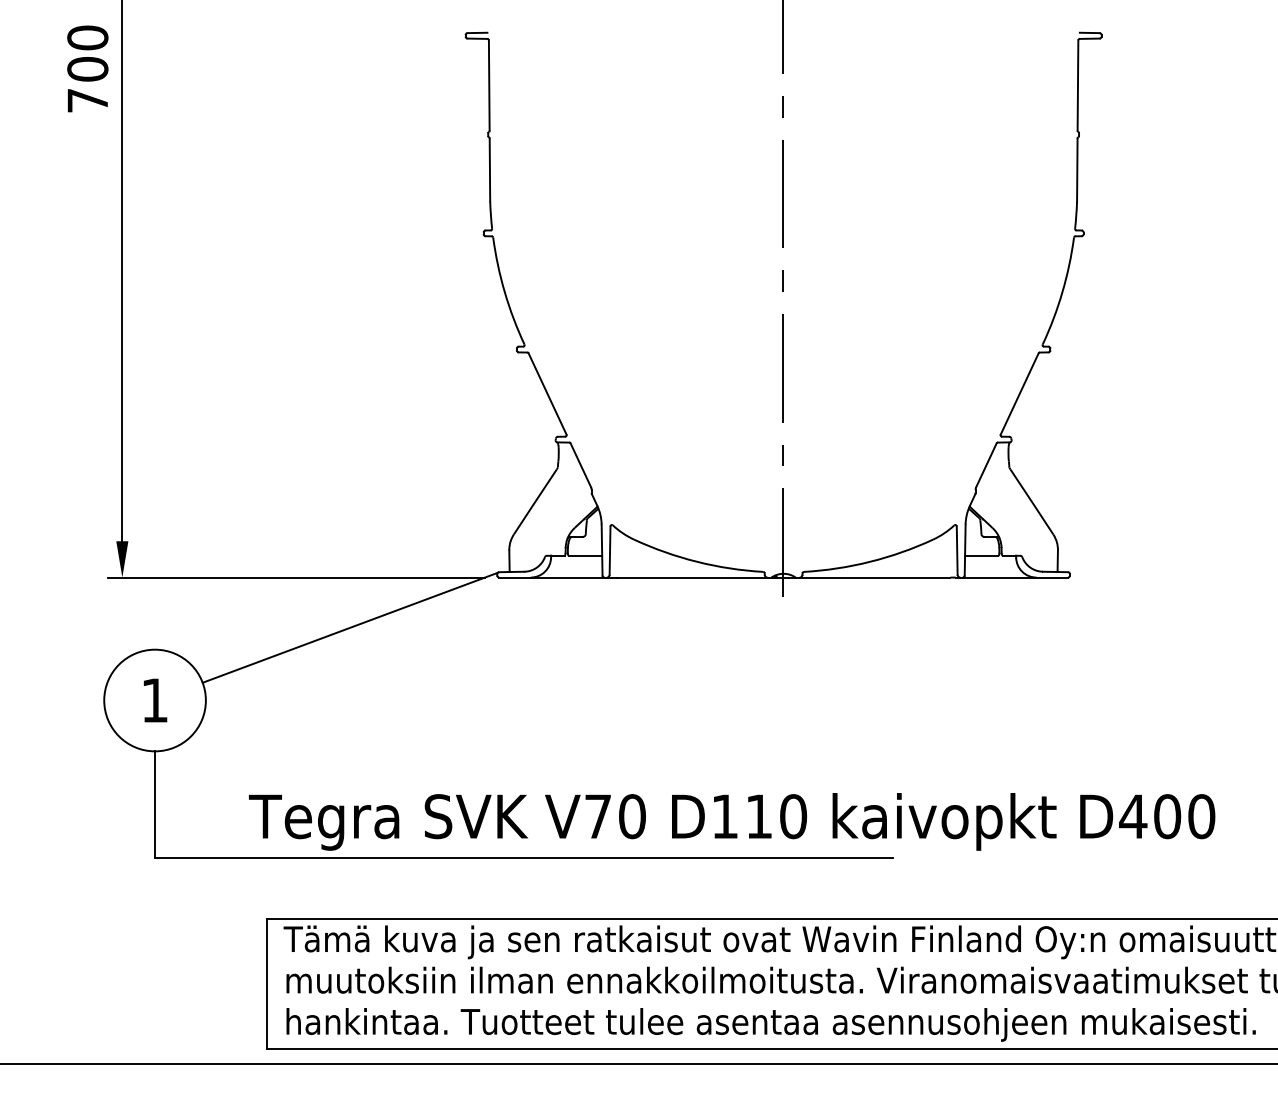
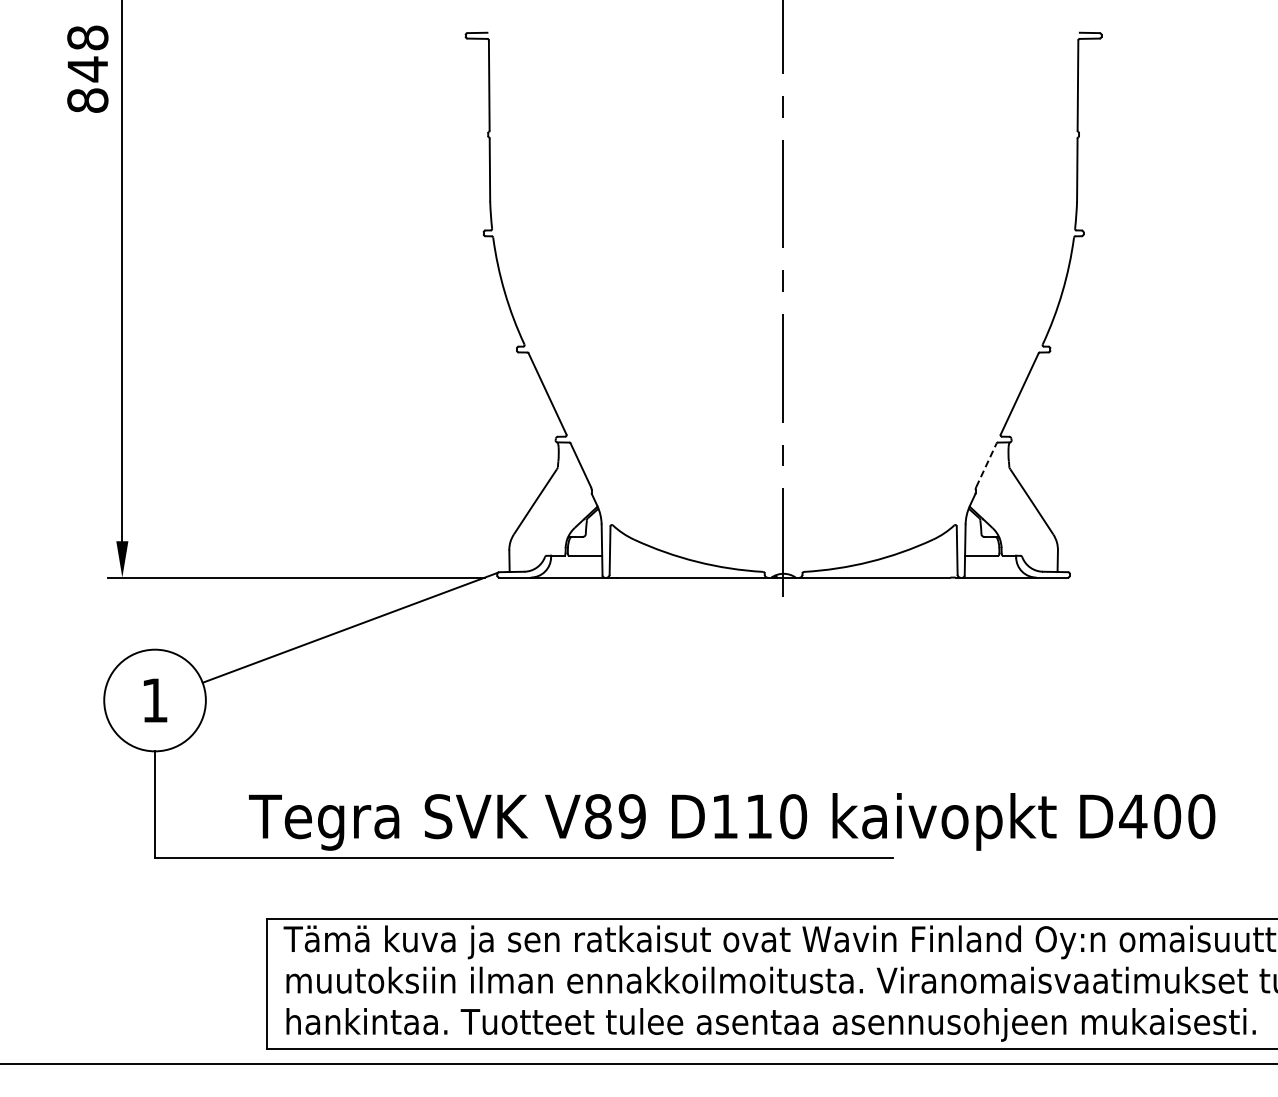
text at (87, 68): 700 -> 848
line at (986, 464): solid -> dashed
text at (614, 816): V70 -> V89
